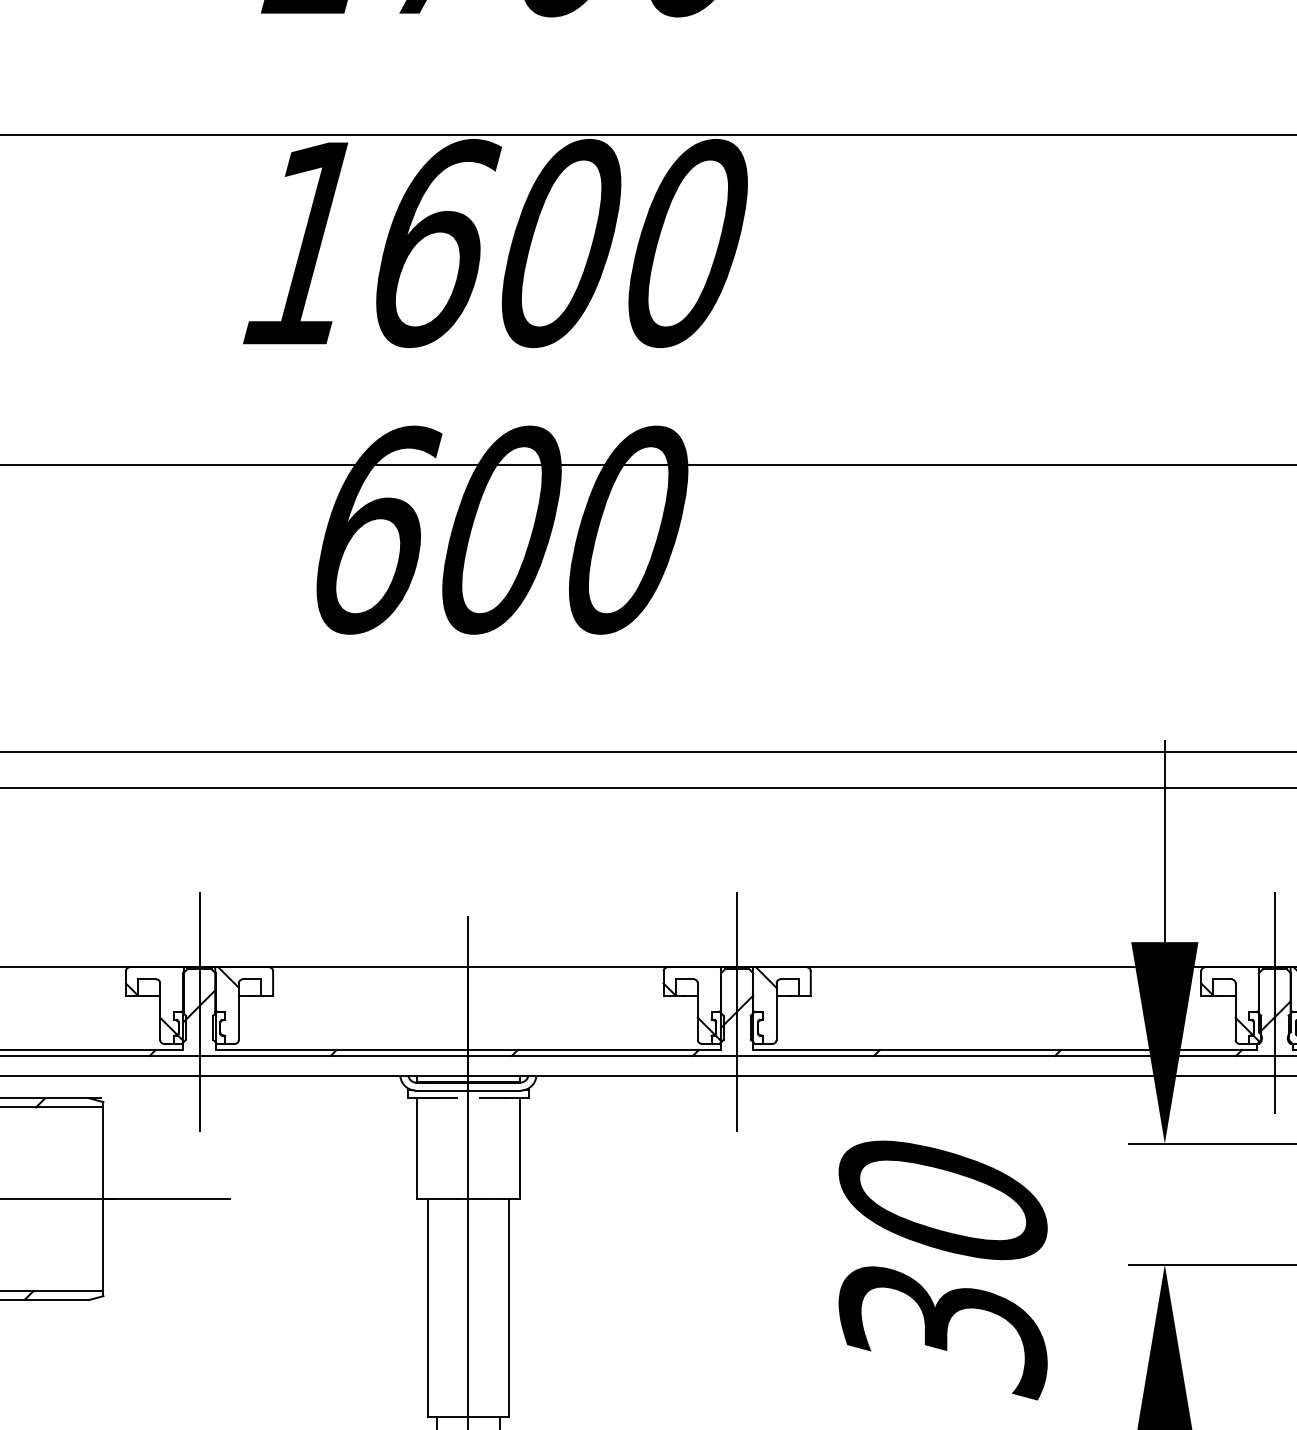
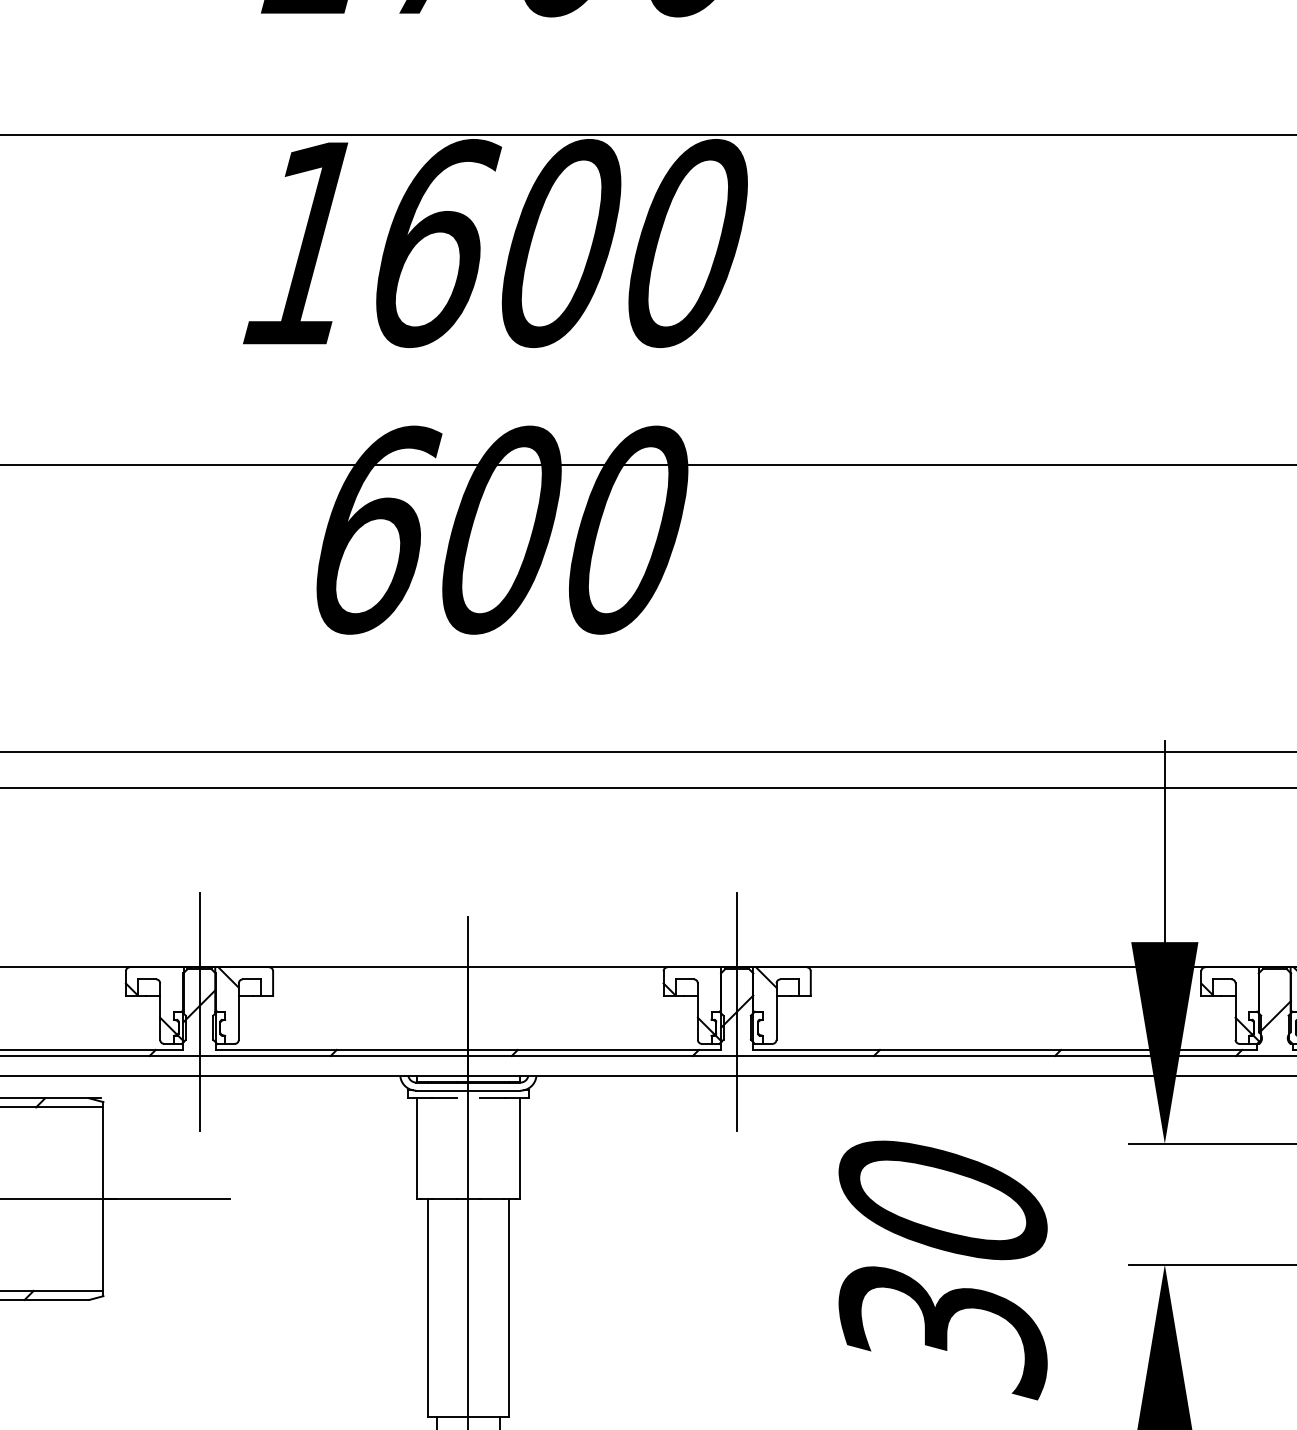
line at (1274, 1002): present -> none
